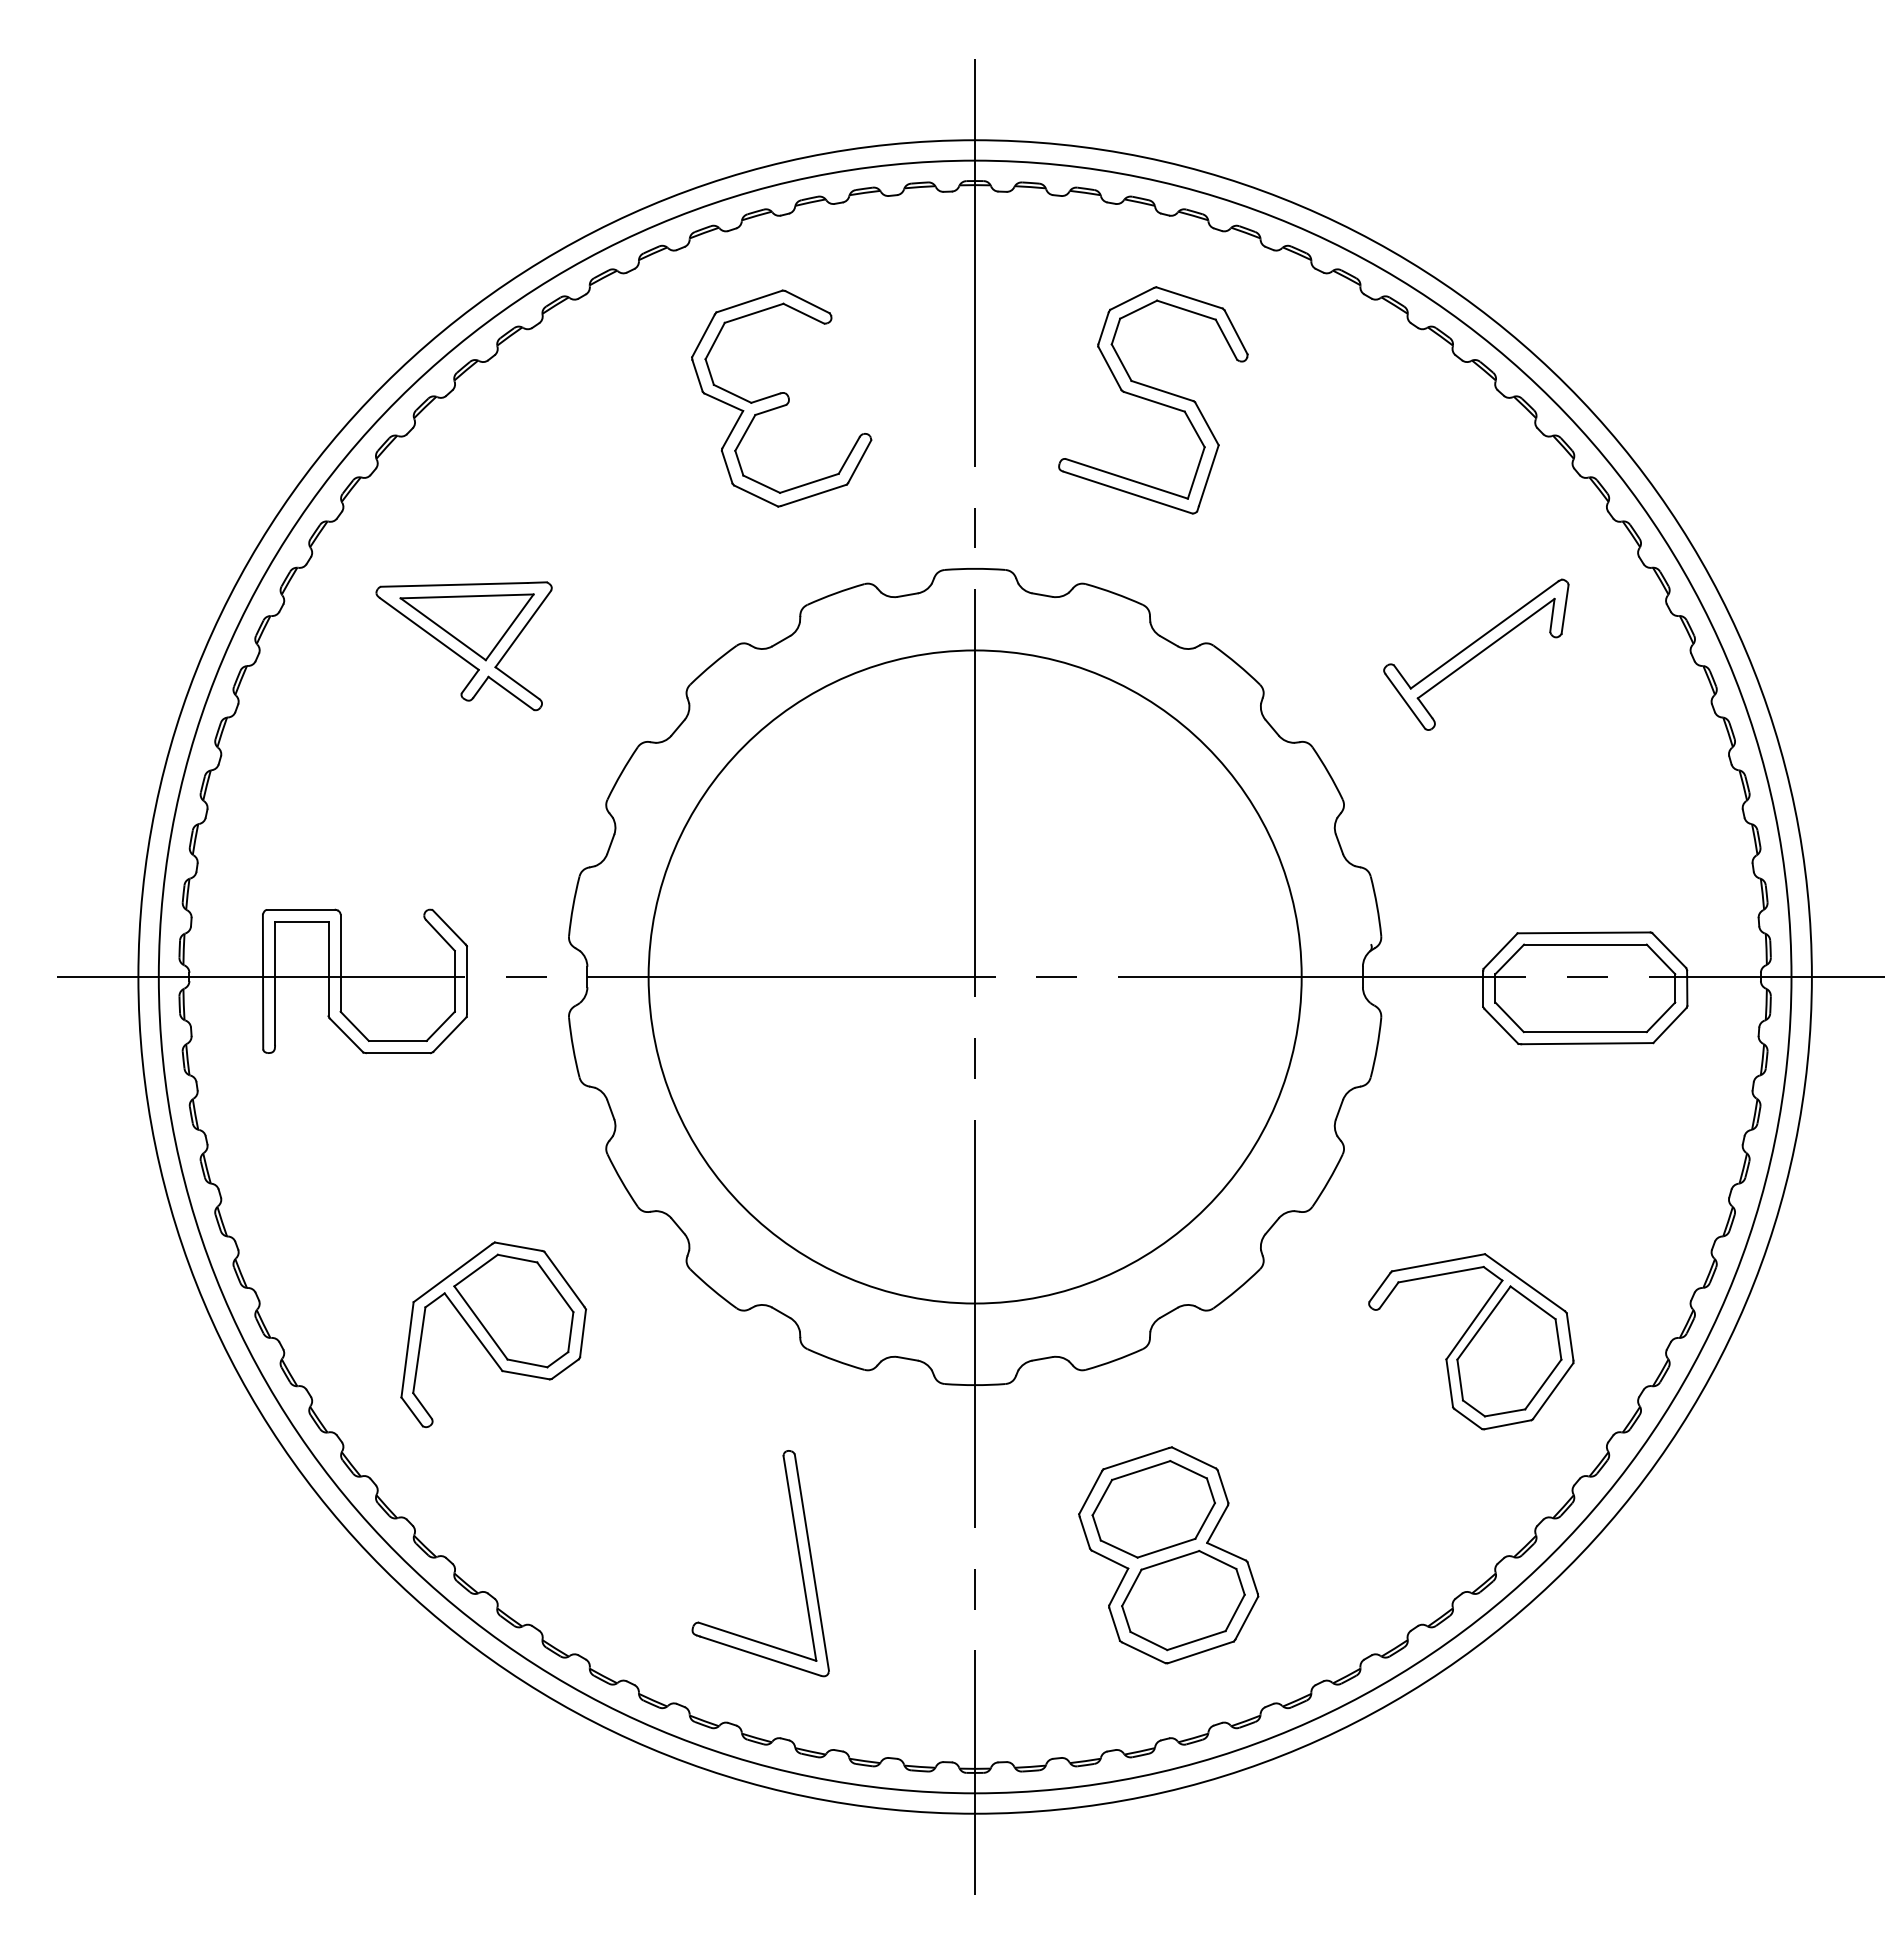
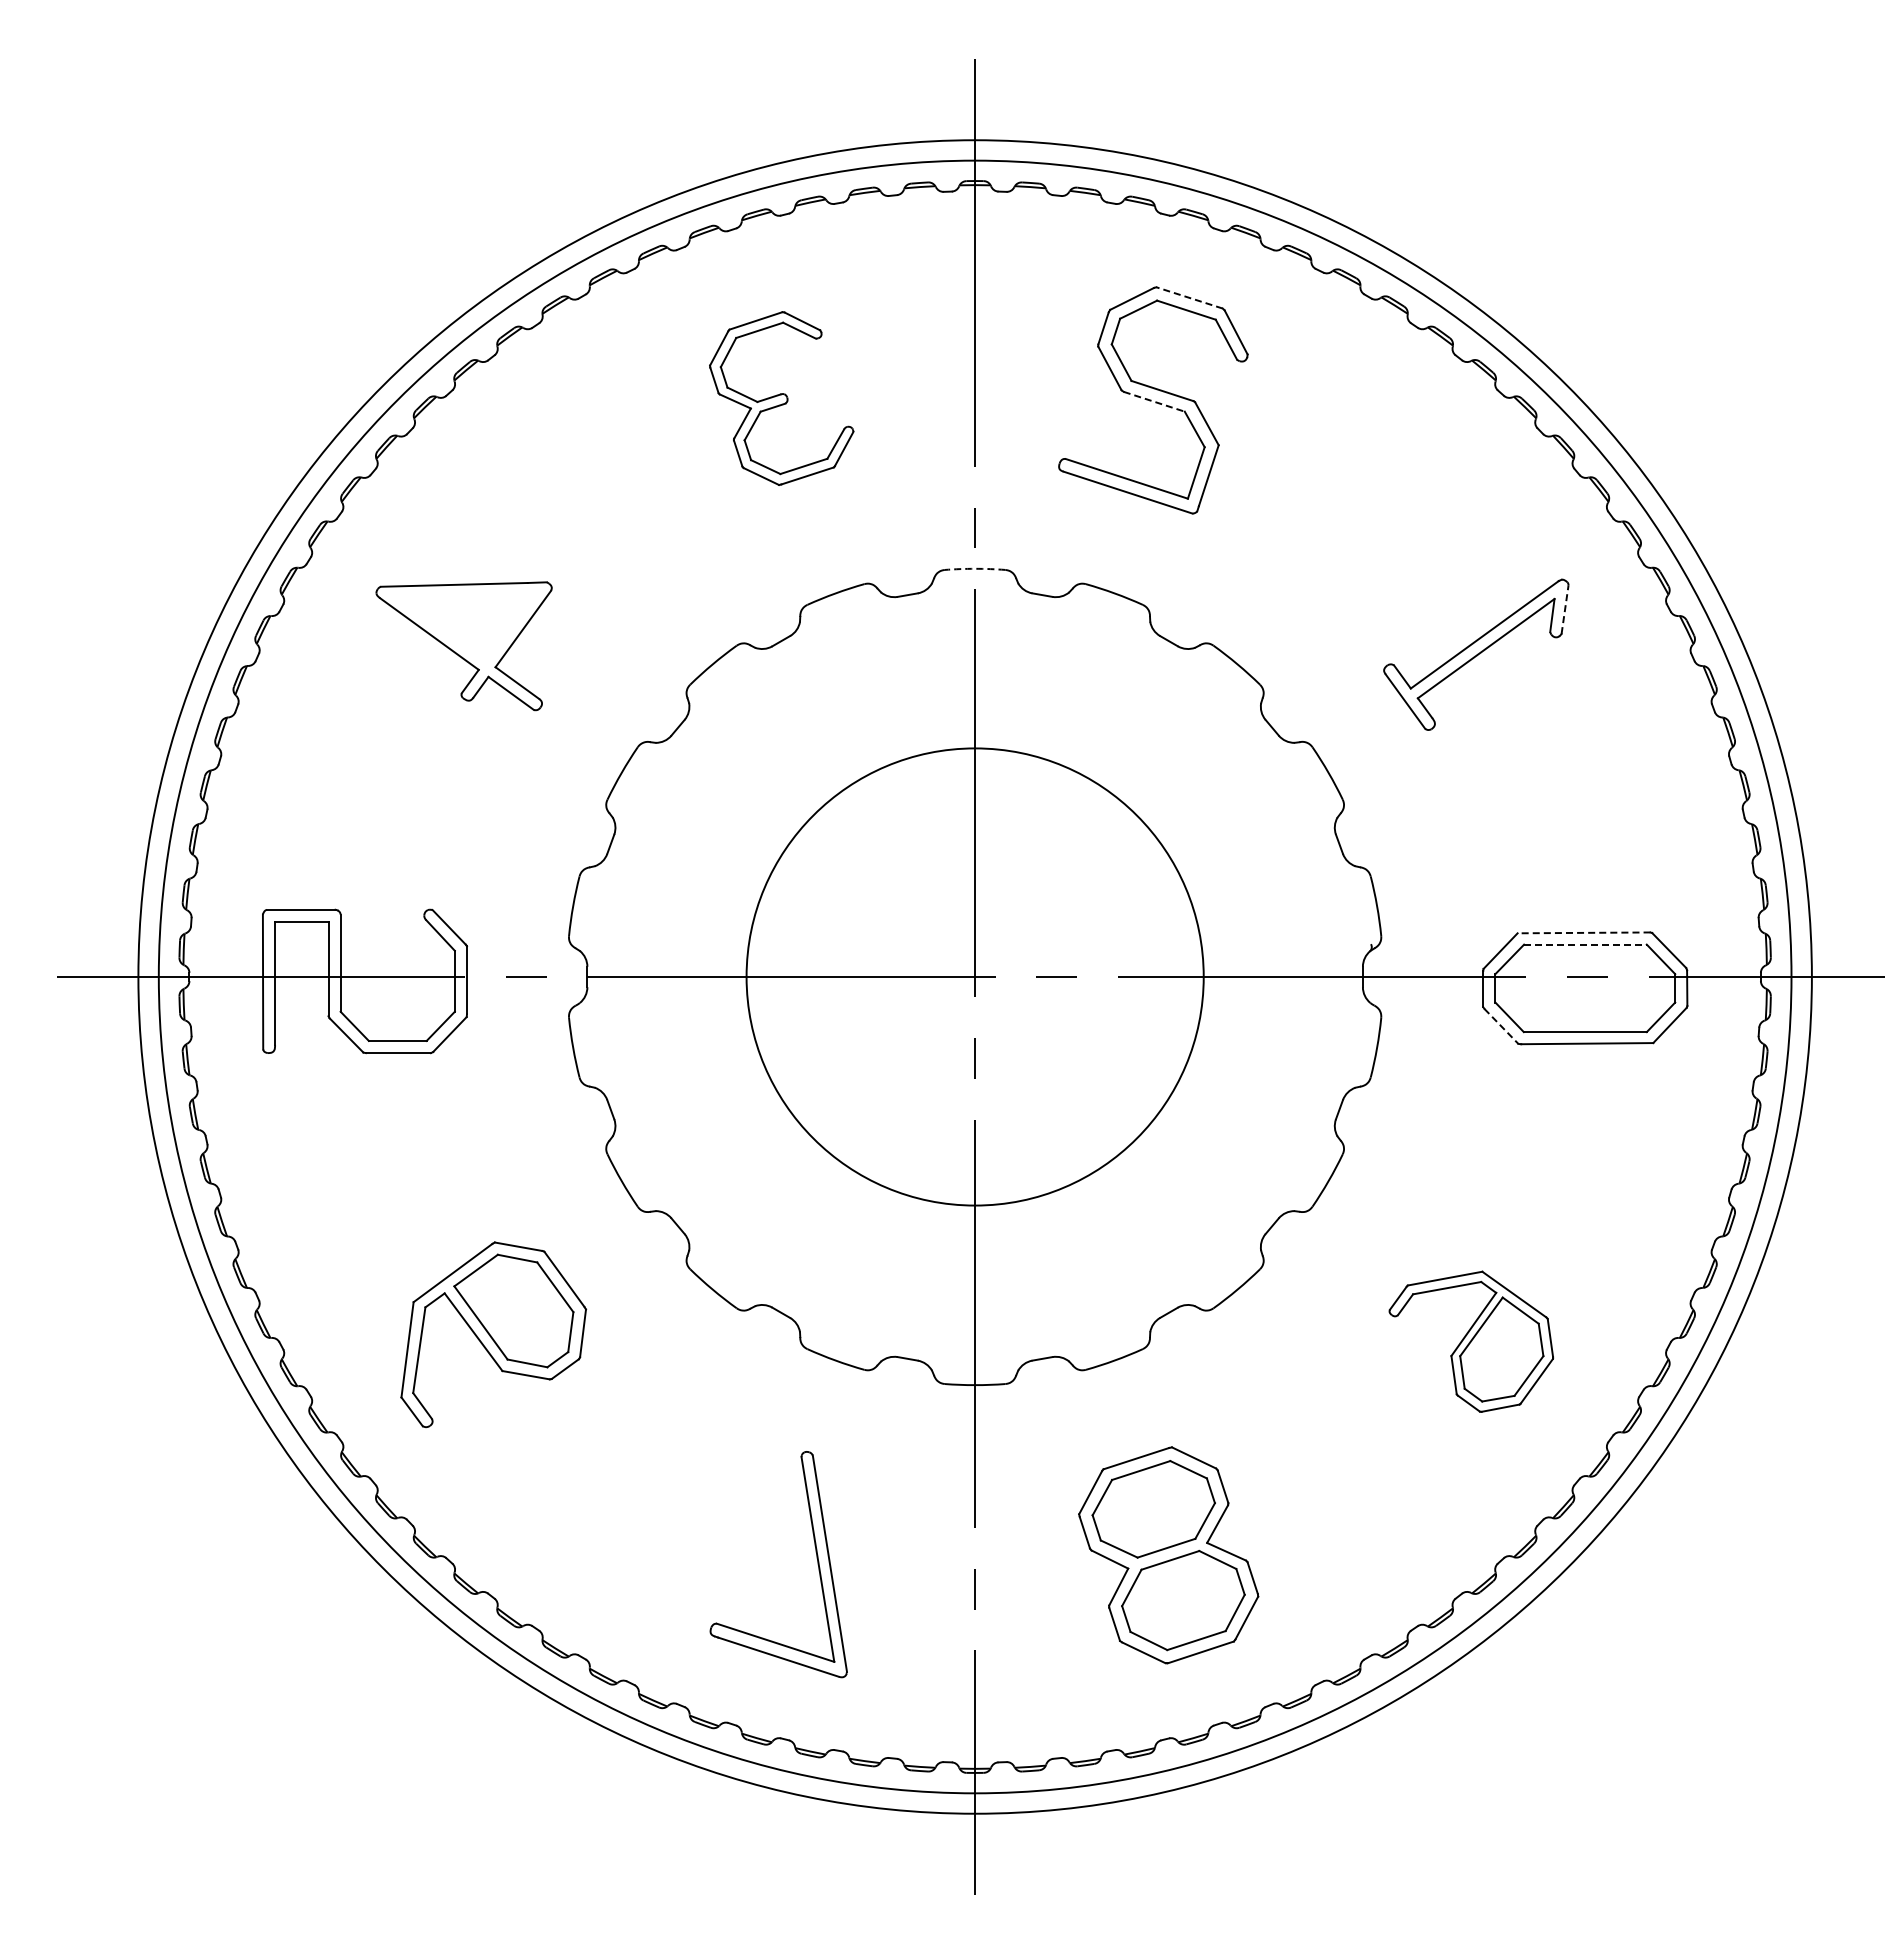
line at (1189, 297): solid -> dashed
part at (781, 398) size: 182x219 px -> 146x175 px
line at (1154, 401): solid -> dashed
arc at (975, 568): solid -> dashed
line at (1565, 609): solid -> dashed
part at (466, 627): present -> none
line at (1583, 932): solid -> dashed
line at (1585, 944): solid -> dashed
circle at (974, 976) diameter: 653 px -> 457 px
line at (1501, 1026): solid -> dashed
part at (1471, 1341) size: 207x178 px -> 166x143 px
part at (798, 1557) position: (798, 1557) -> (816, 1558)
